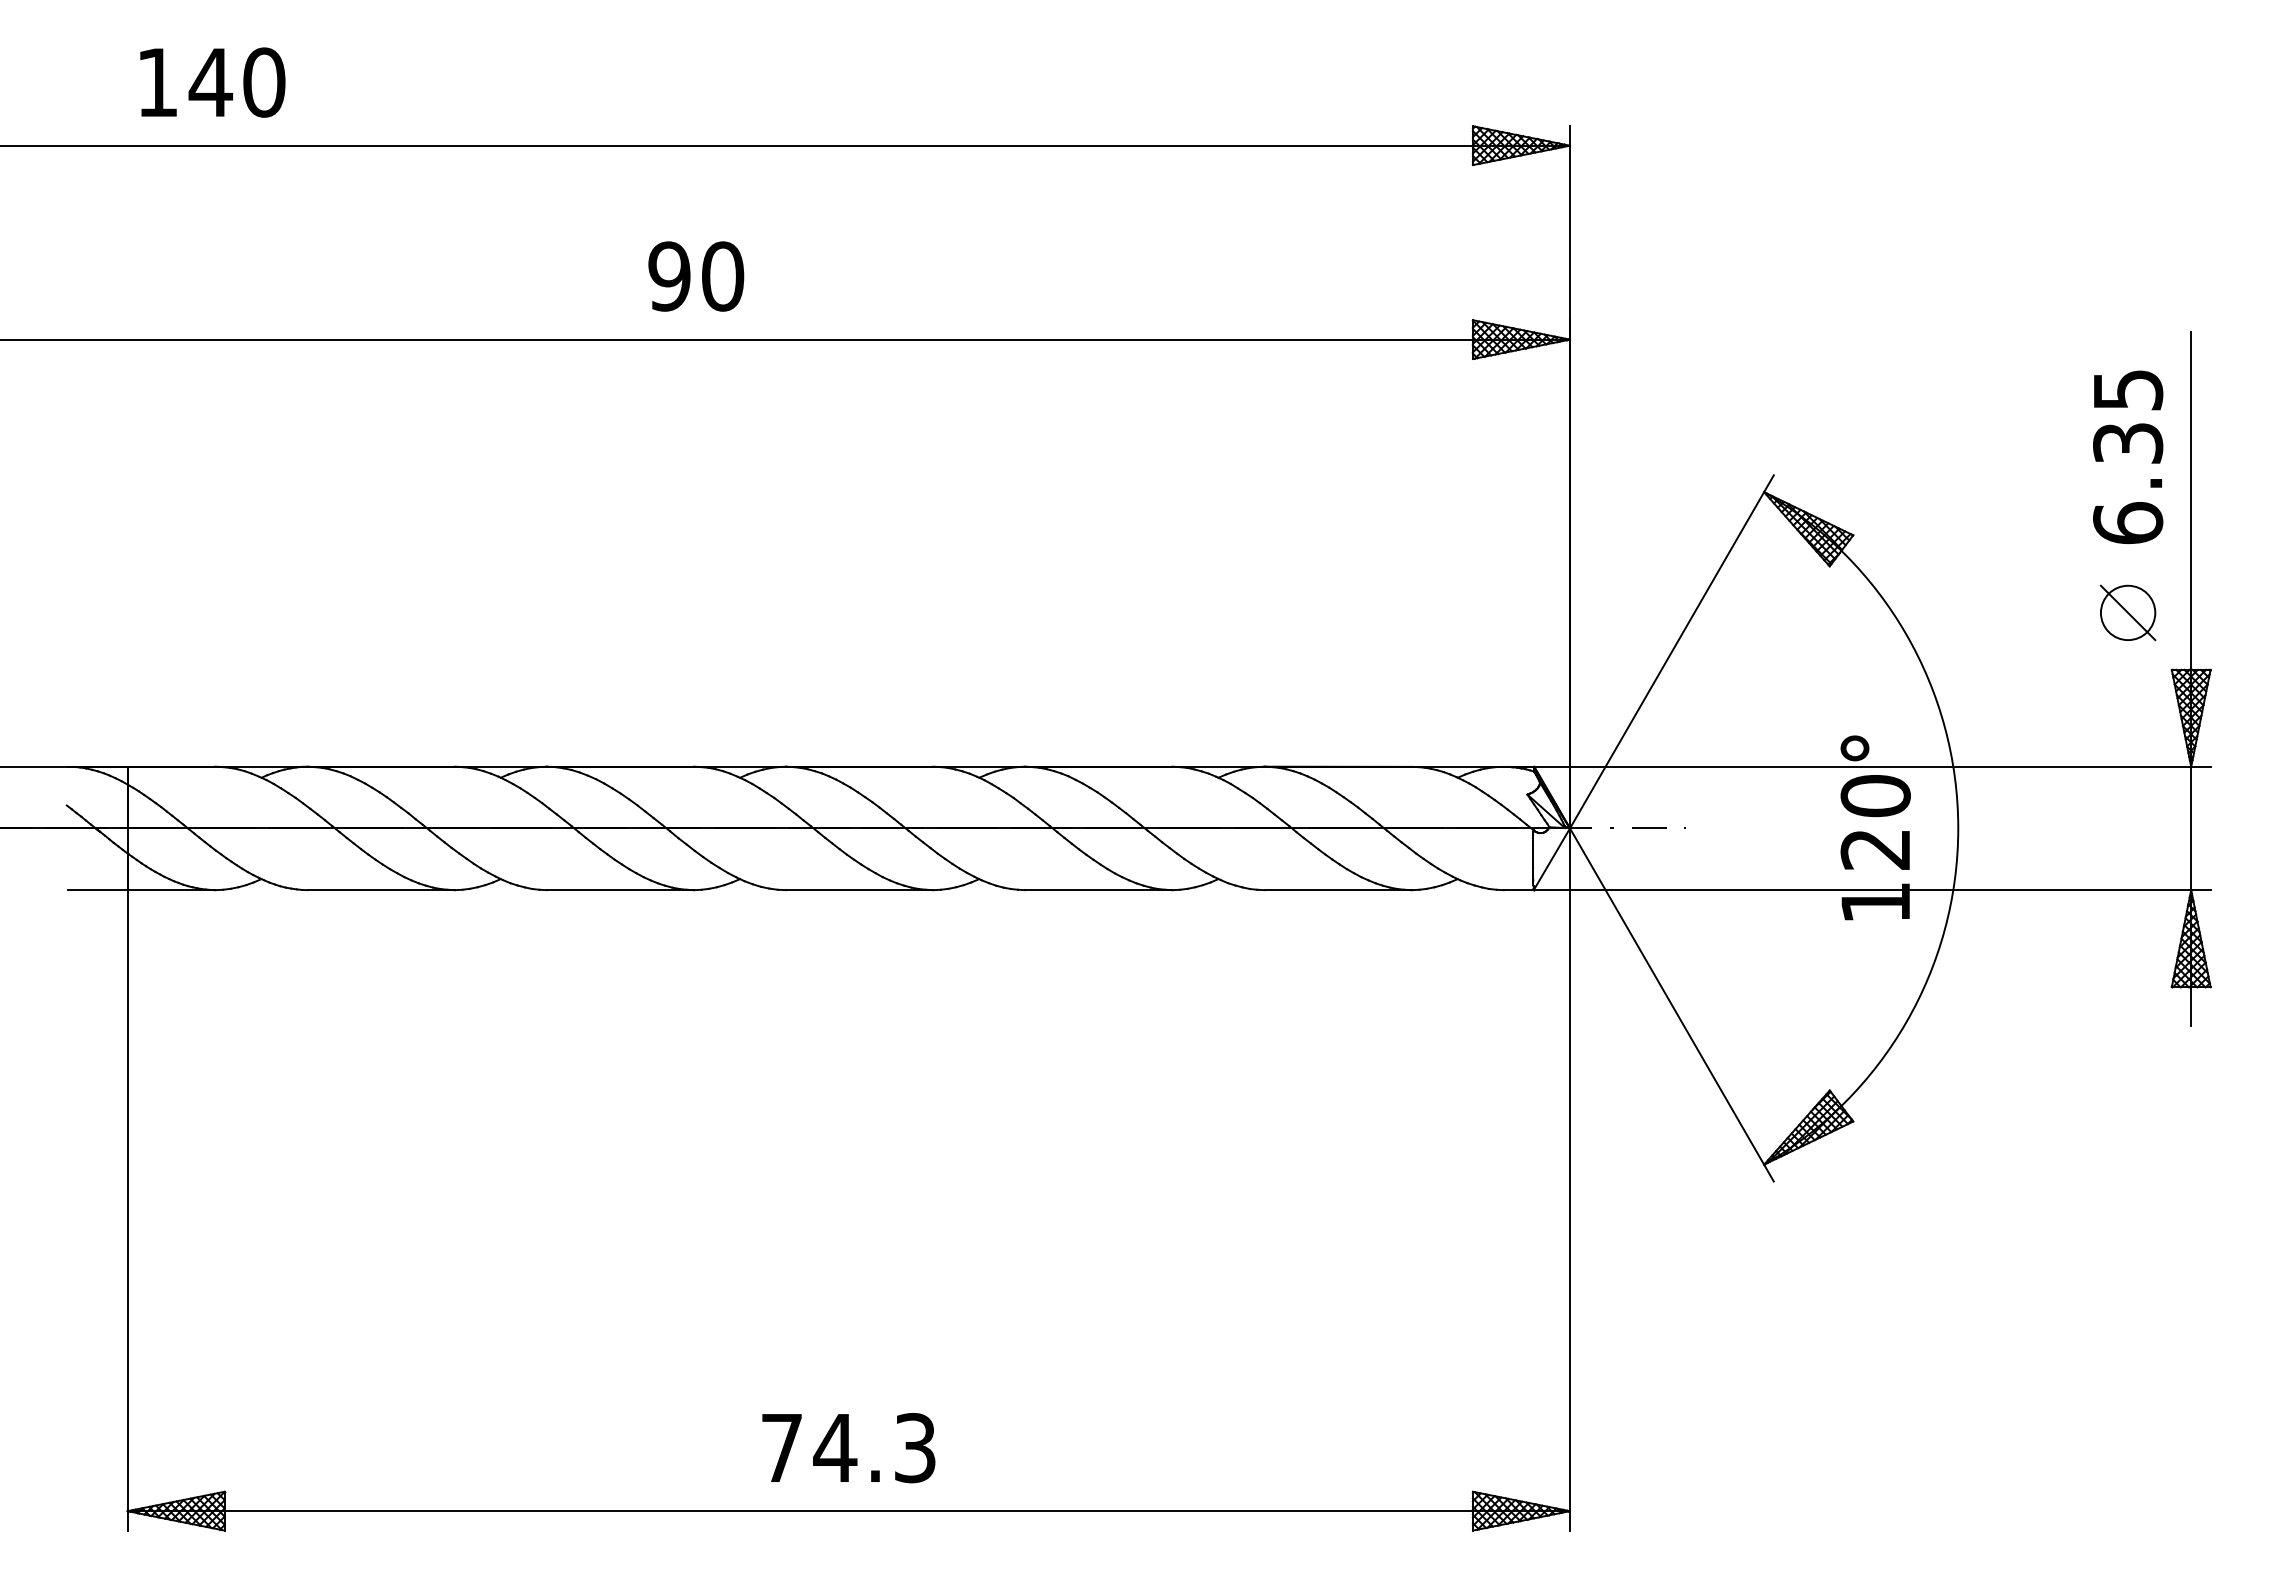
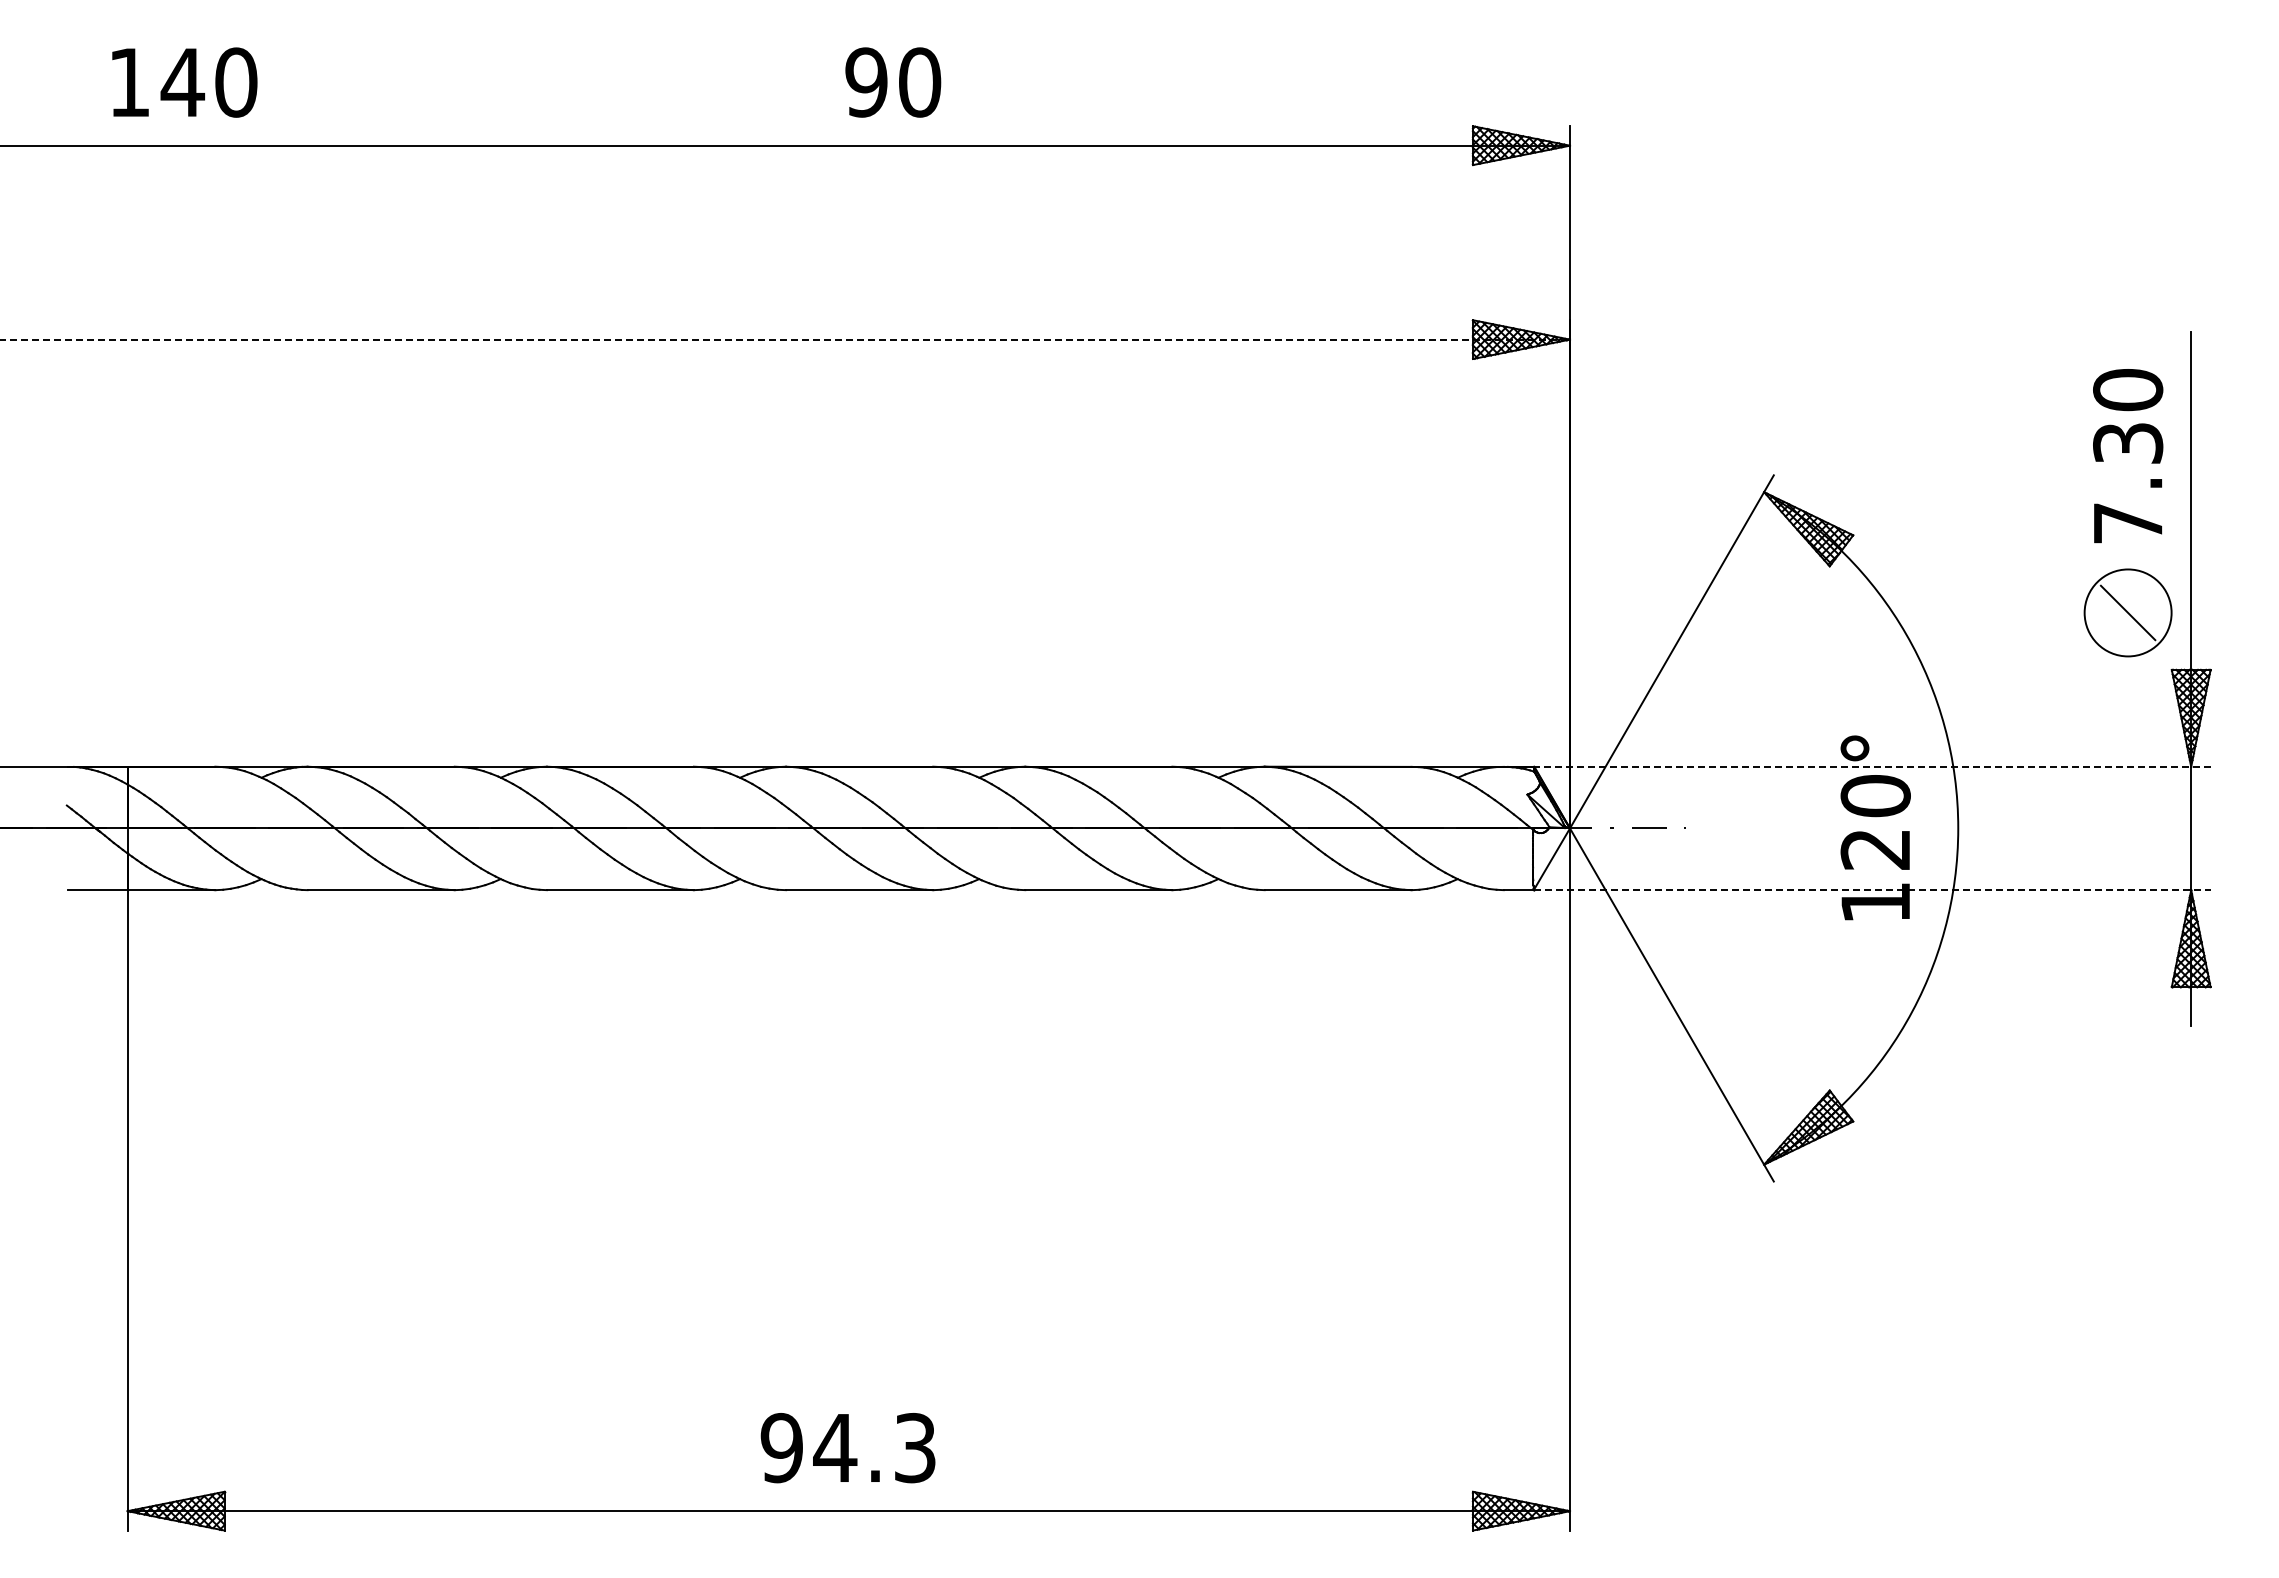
text at (212, 82) position: (212, 82) -> (184, 82)
text at (696, 276) position: (696, 276) -> (893, 82)
line at (785, 339): solid -> dashed
text at (2128, 456): 6.35 -> 7.30
circle at (2127, 612) diameter: 54 px -> 87 px
line at (1872, 766): solid -> dashed
line at (1873, 890): solid -> dashed
text at (781, 1448): 74.3 -> 94.3
